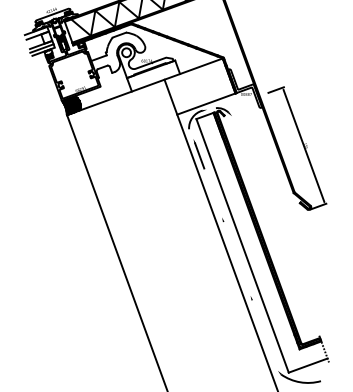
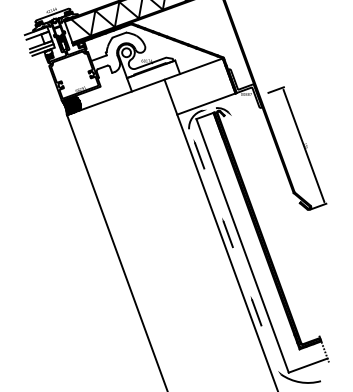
line at (227, 234): none -> present
line at (256, 312): none -> present
